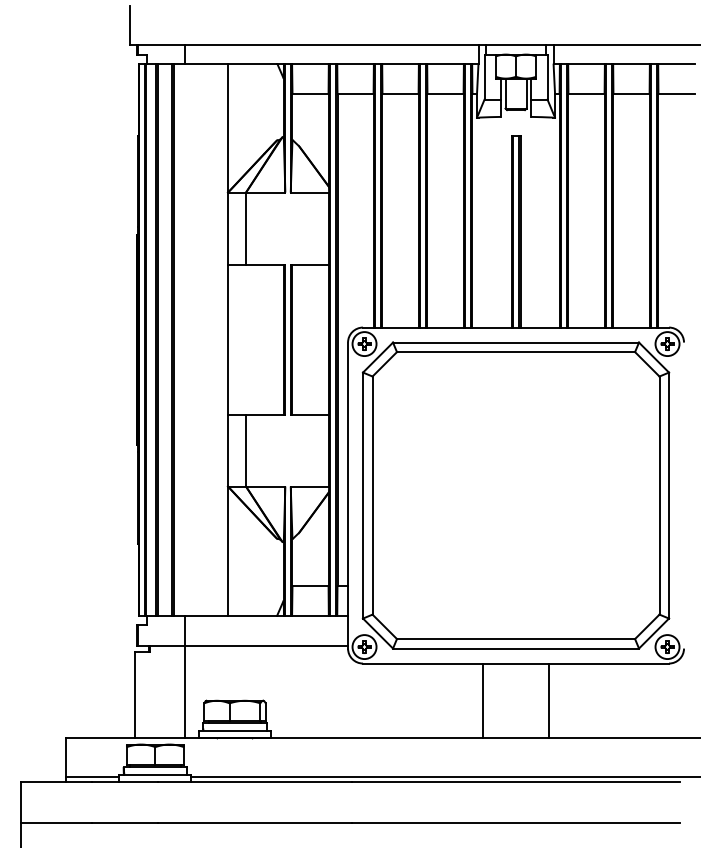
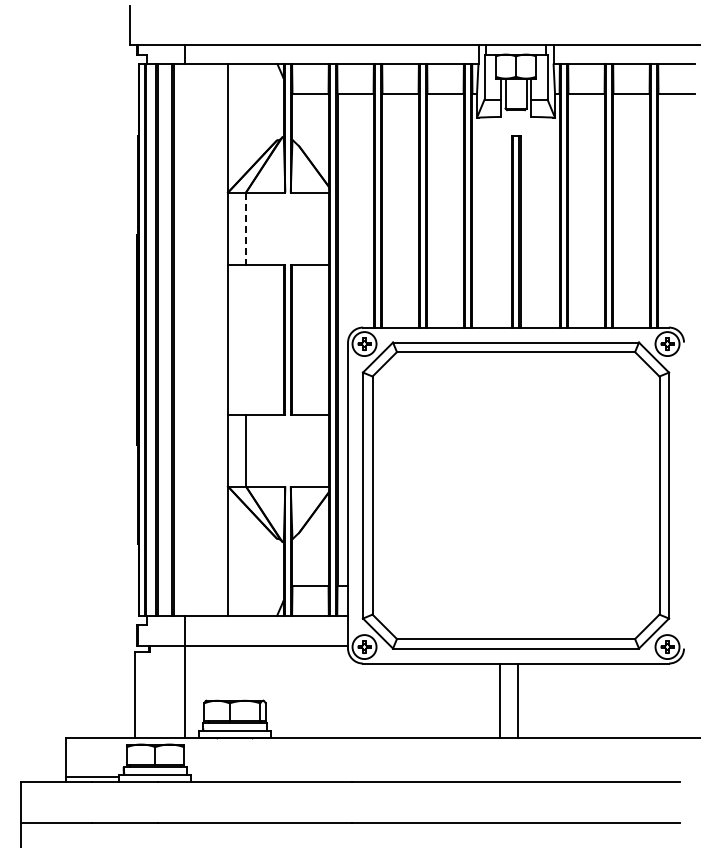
line at (246, 228): solid -> dashed
line at (483, 700) position: (483, 700) -> (500, 700)
line at (549, 700) position: (549, 700) -> (518, 700)
line at (444, 777): present -> none
